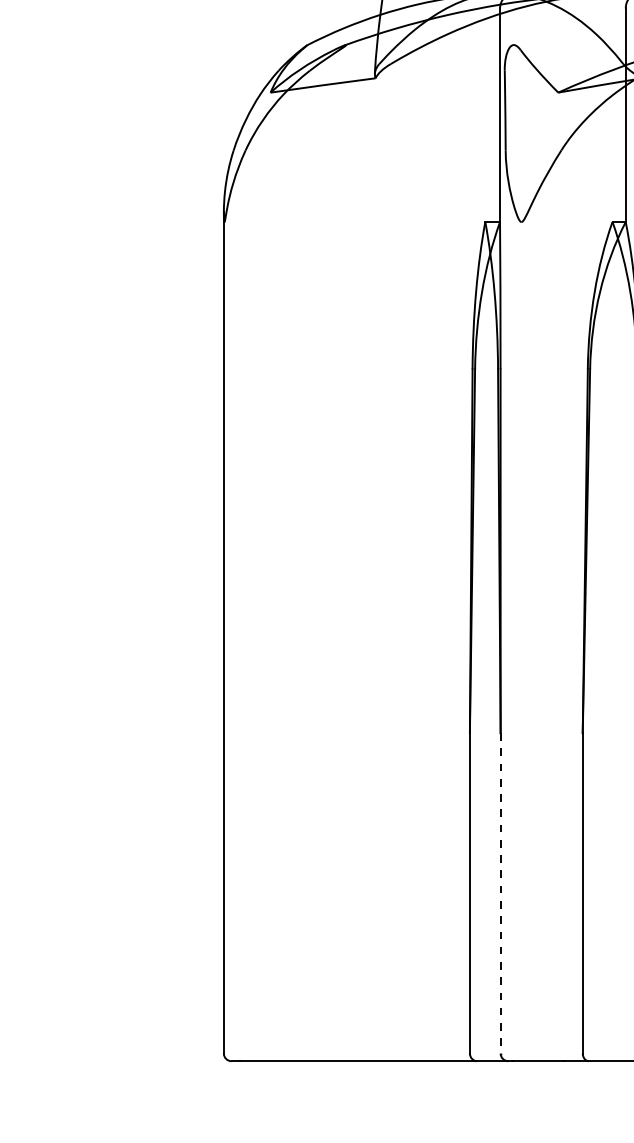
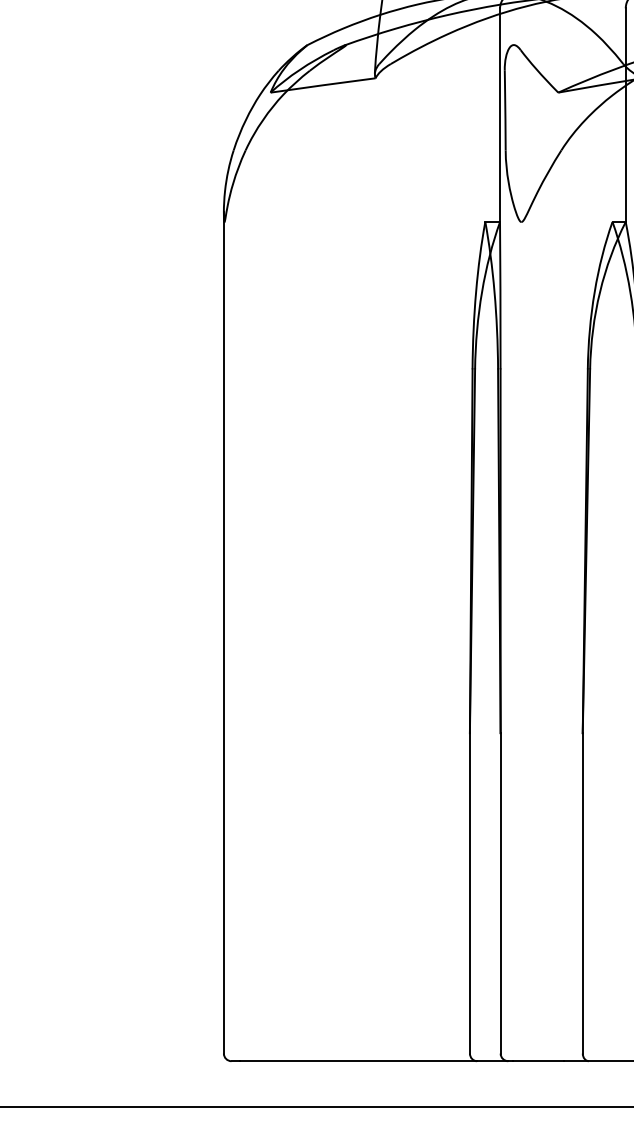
line at (500, 893): dashed -> solid
line at (316, 1106): none -> present
